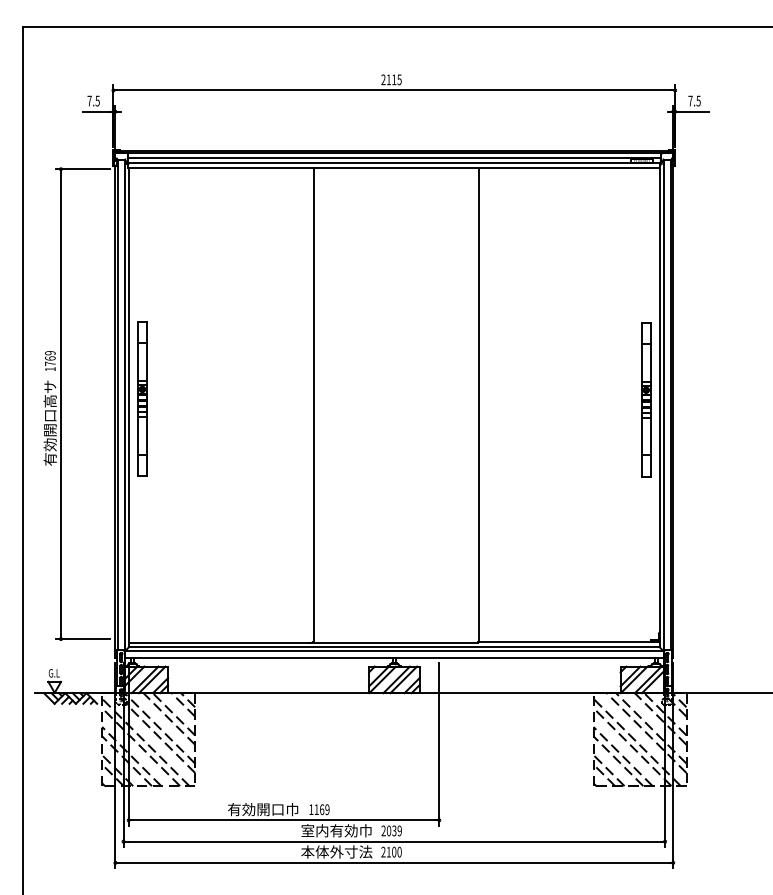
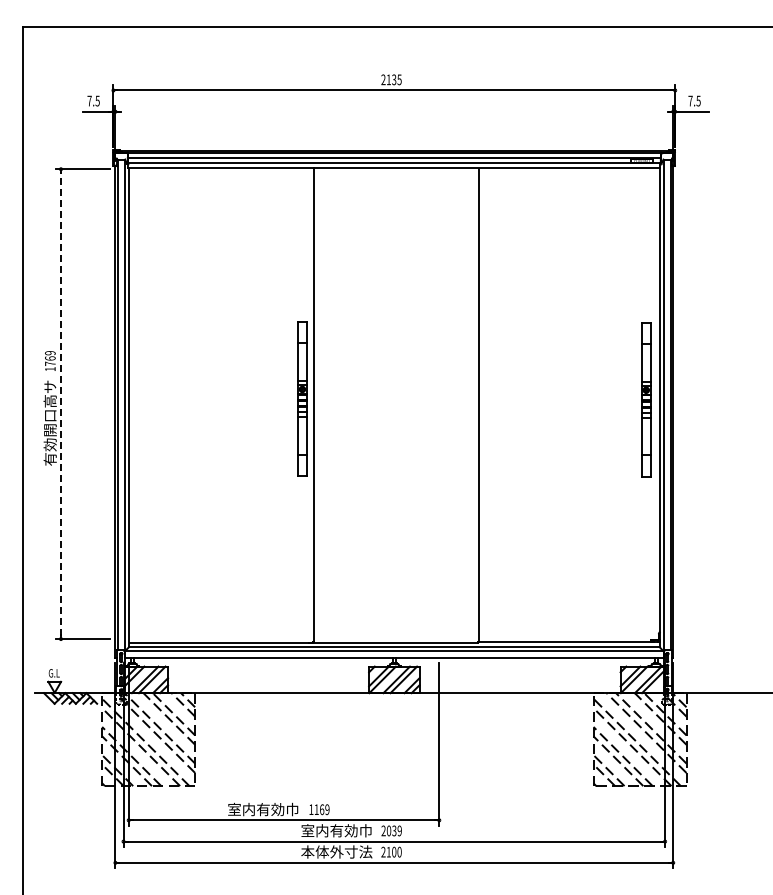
text at (394, 79): 2115 -> 2135
part at (142, 398) position: (142, 398) -> (302, 398)
line at (61, 403): solid -> dashed
text at (256, 809): 有効開口巾 -> 室内有効巾
